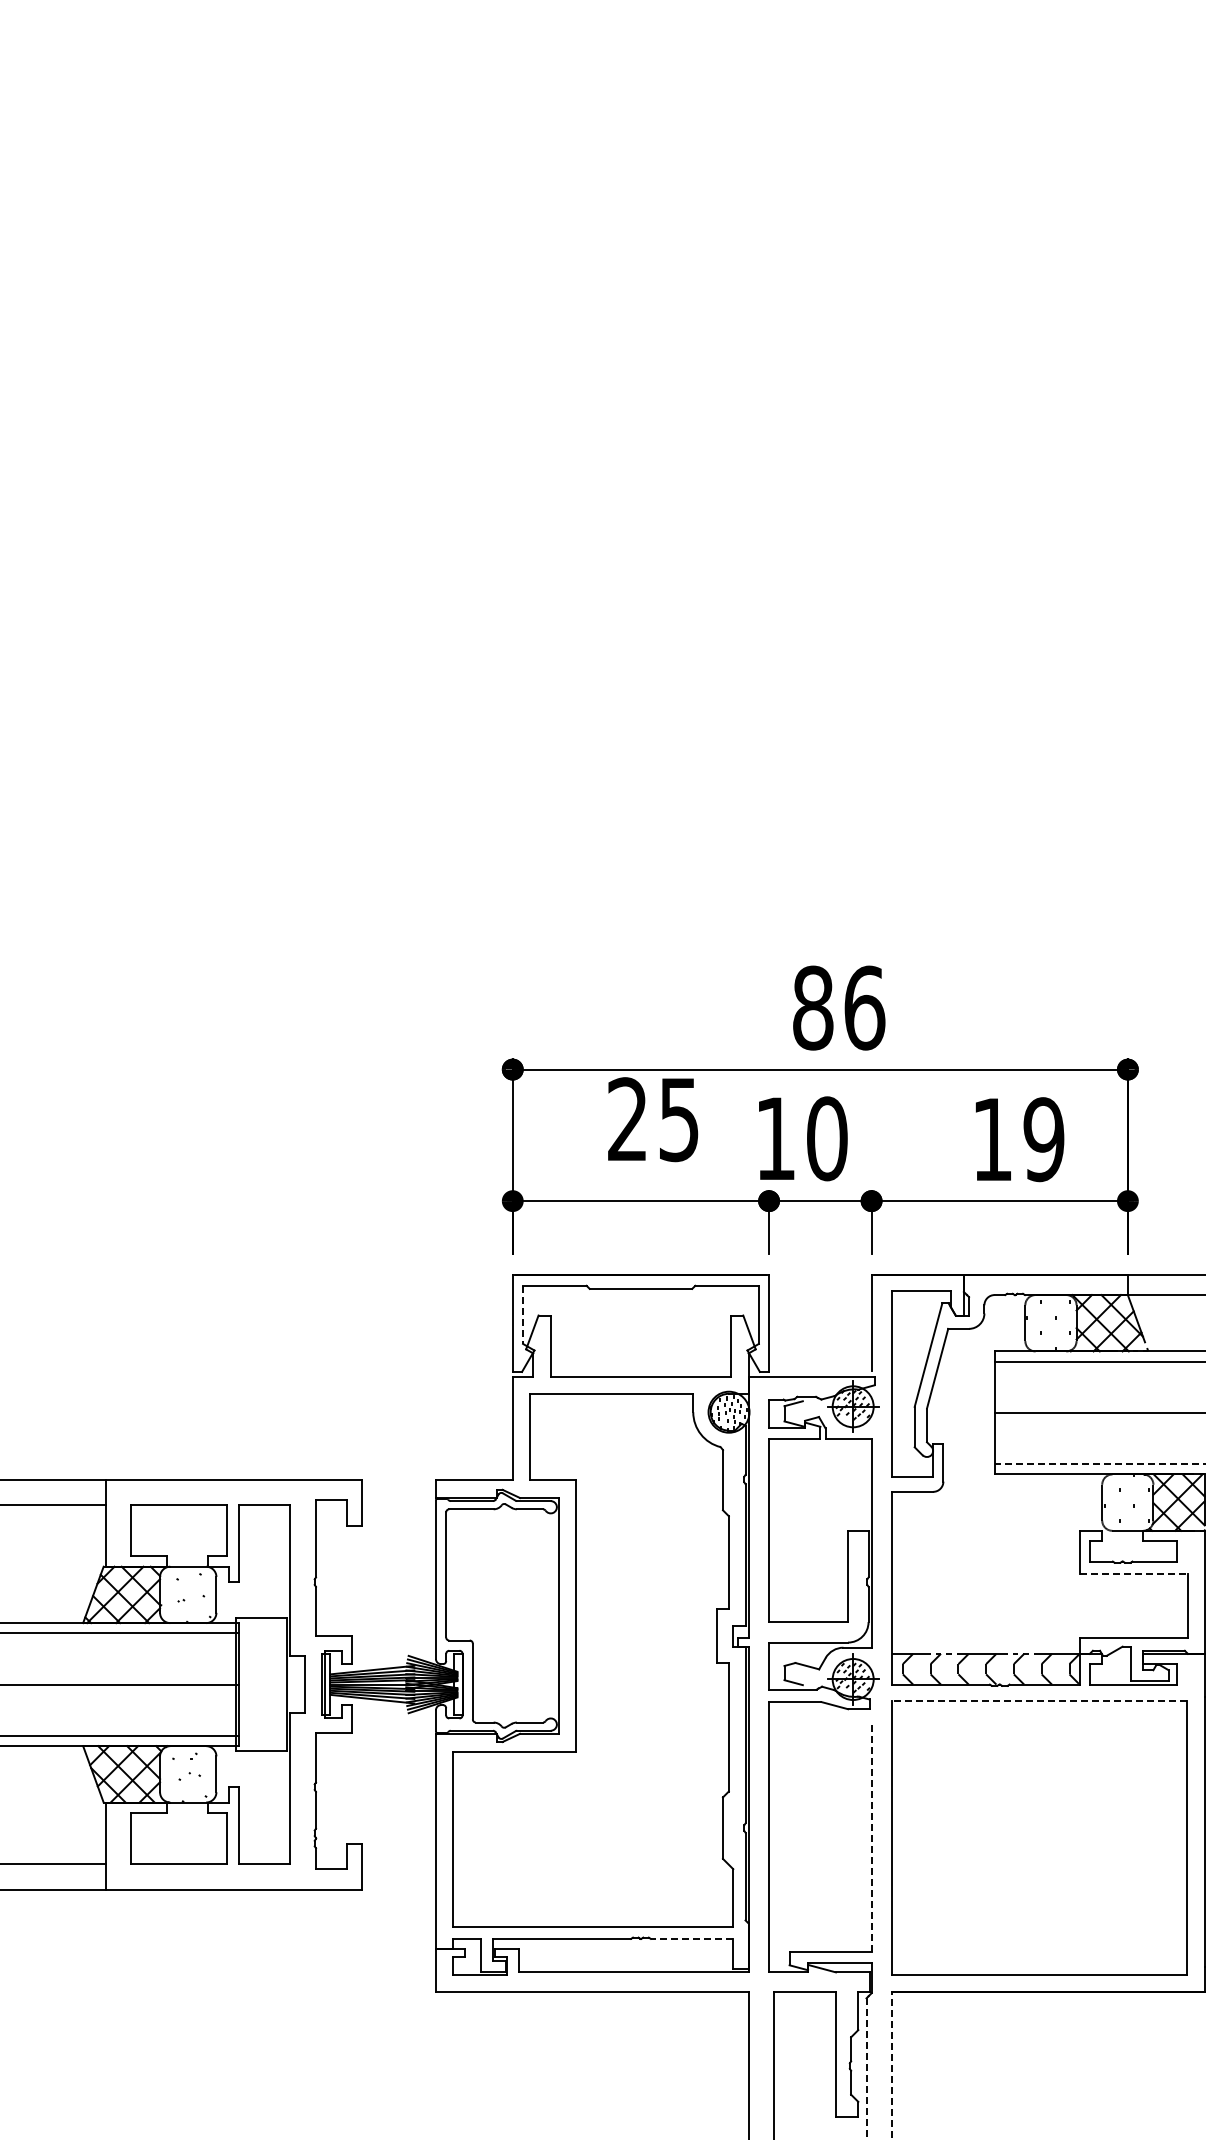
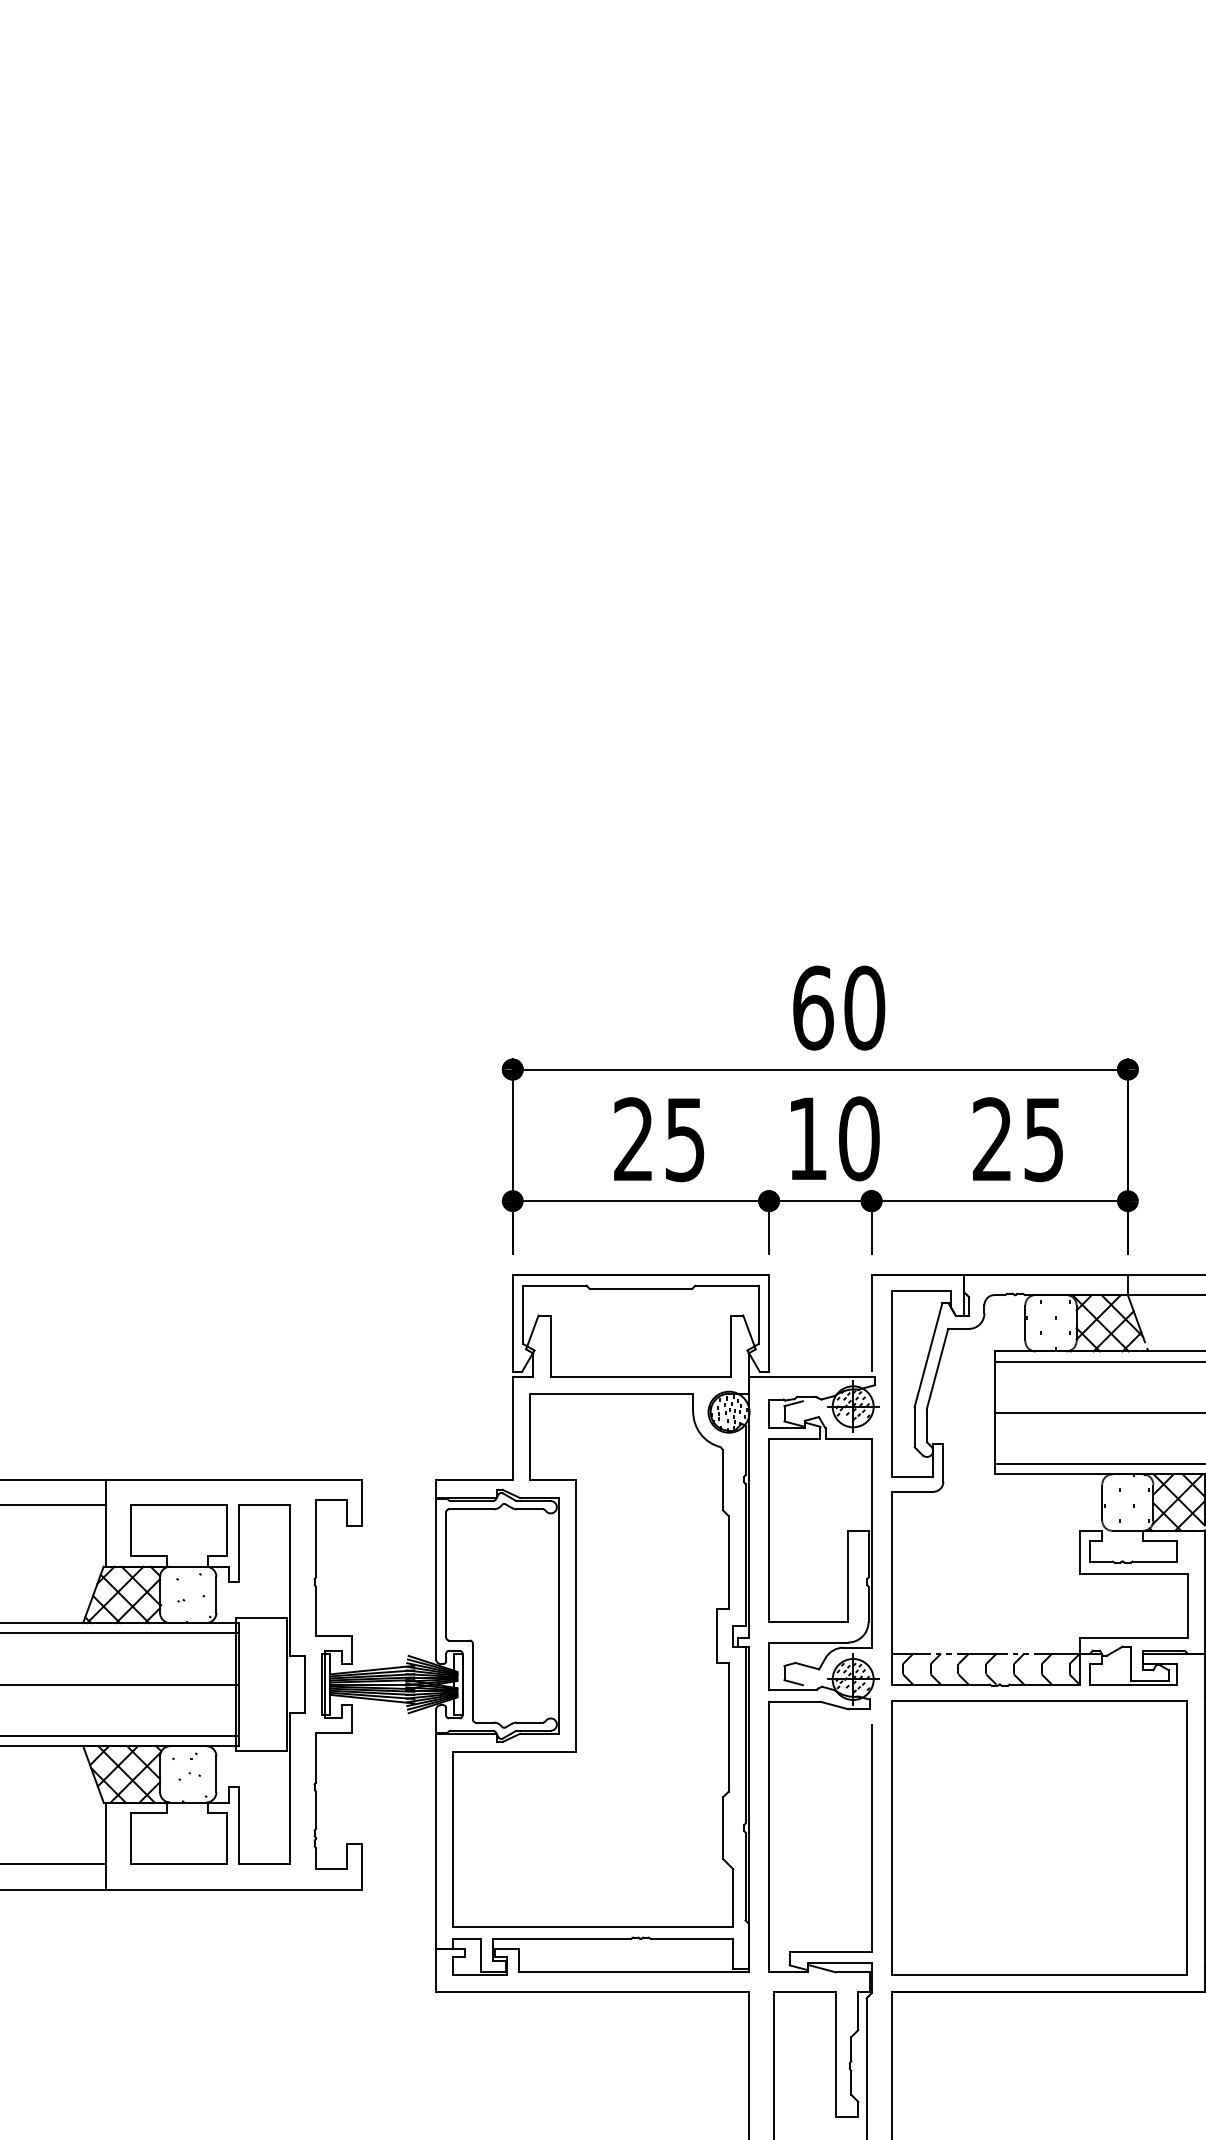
text at (839, 1007): 86 -> 60
text at (653, 1119) position: (653, 1119) -> (659, 1139)
text at (803, 1138) position: (803, 1138) -> (835, 1138)
text at (1018, 1139): 19 -> 25
line at (523, 1315): dashed -> solid
line at (1099, 1464): dashed -> solid
line at (1134, 1573): dashed -> solid
line at (1039, 1701): dashed -> solid
line at (871, 1838): dashed -> solid
line at (691, 1938): dashed -> solid
line at (892, 2065): dashed -> solid
line at (866, 2069): dashed -> solid
